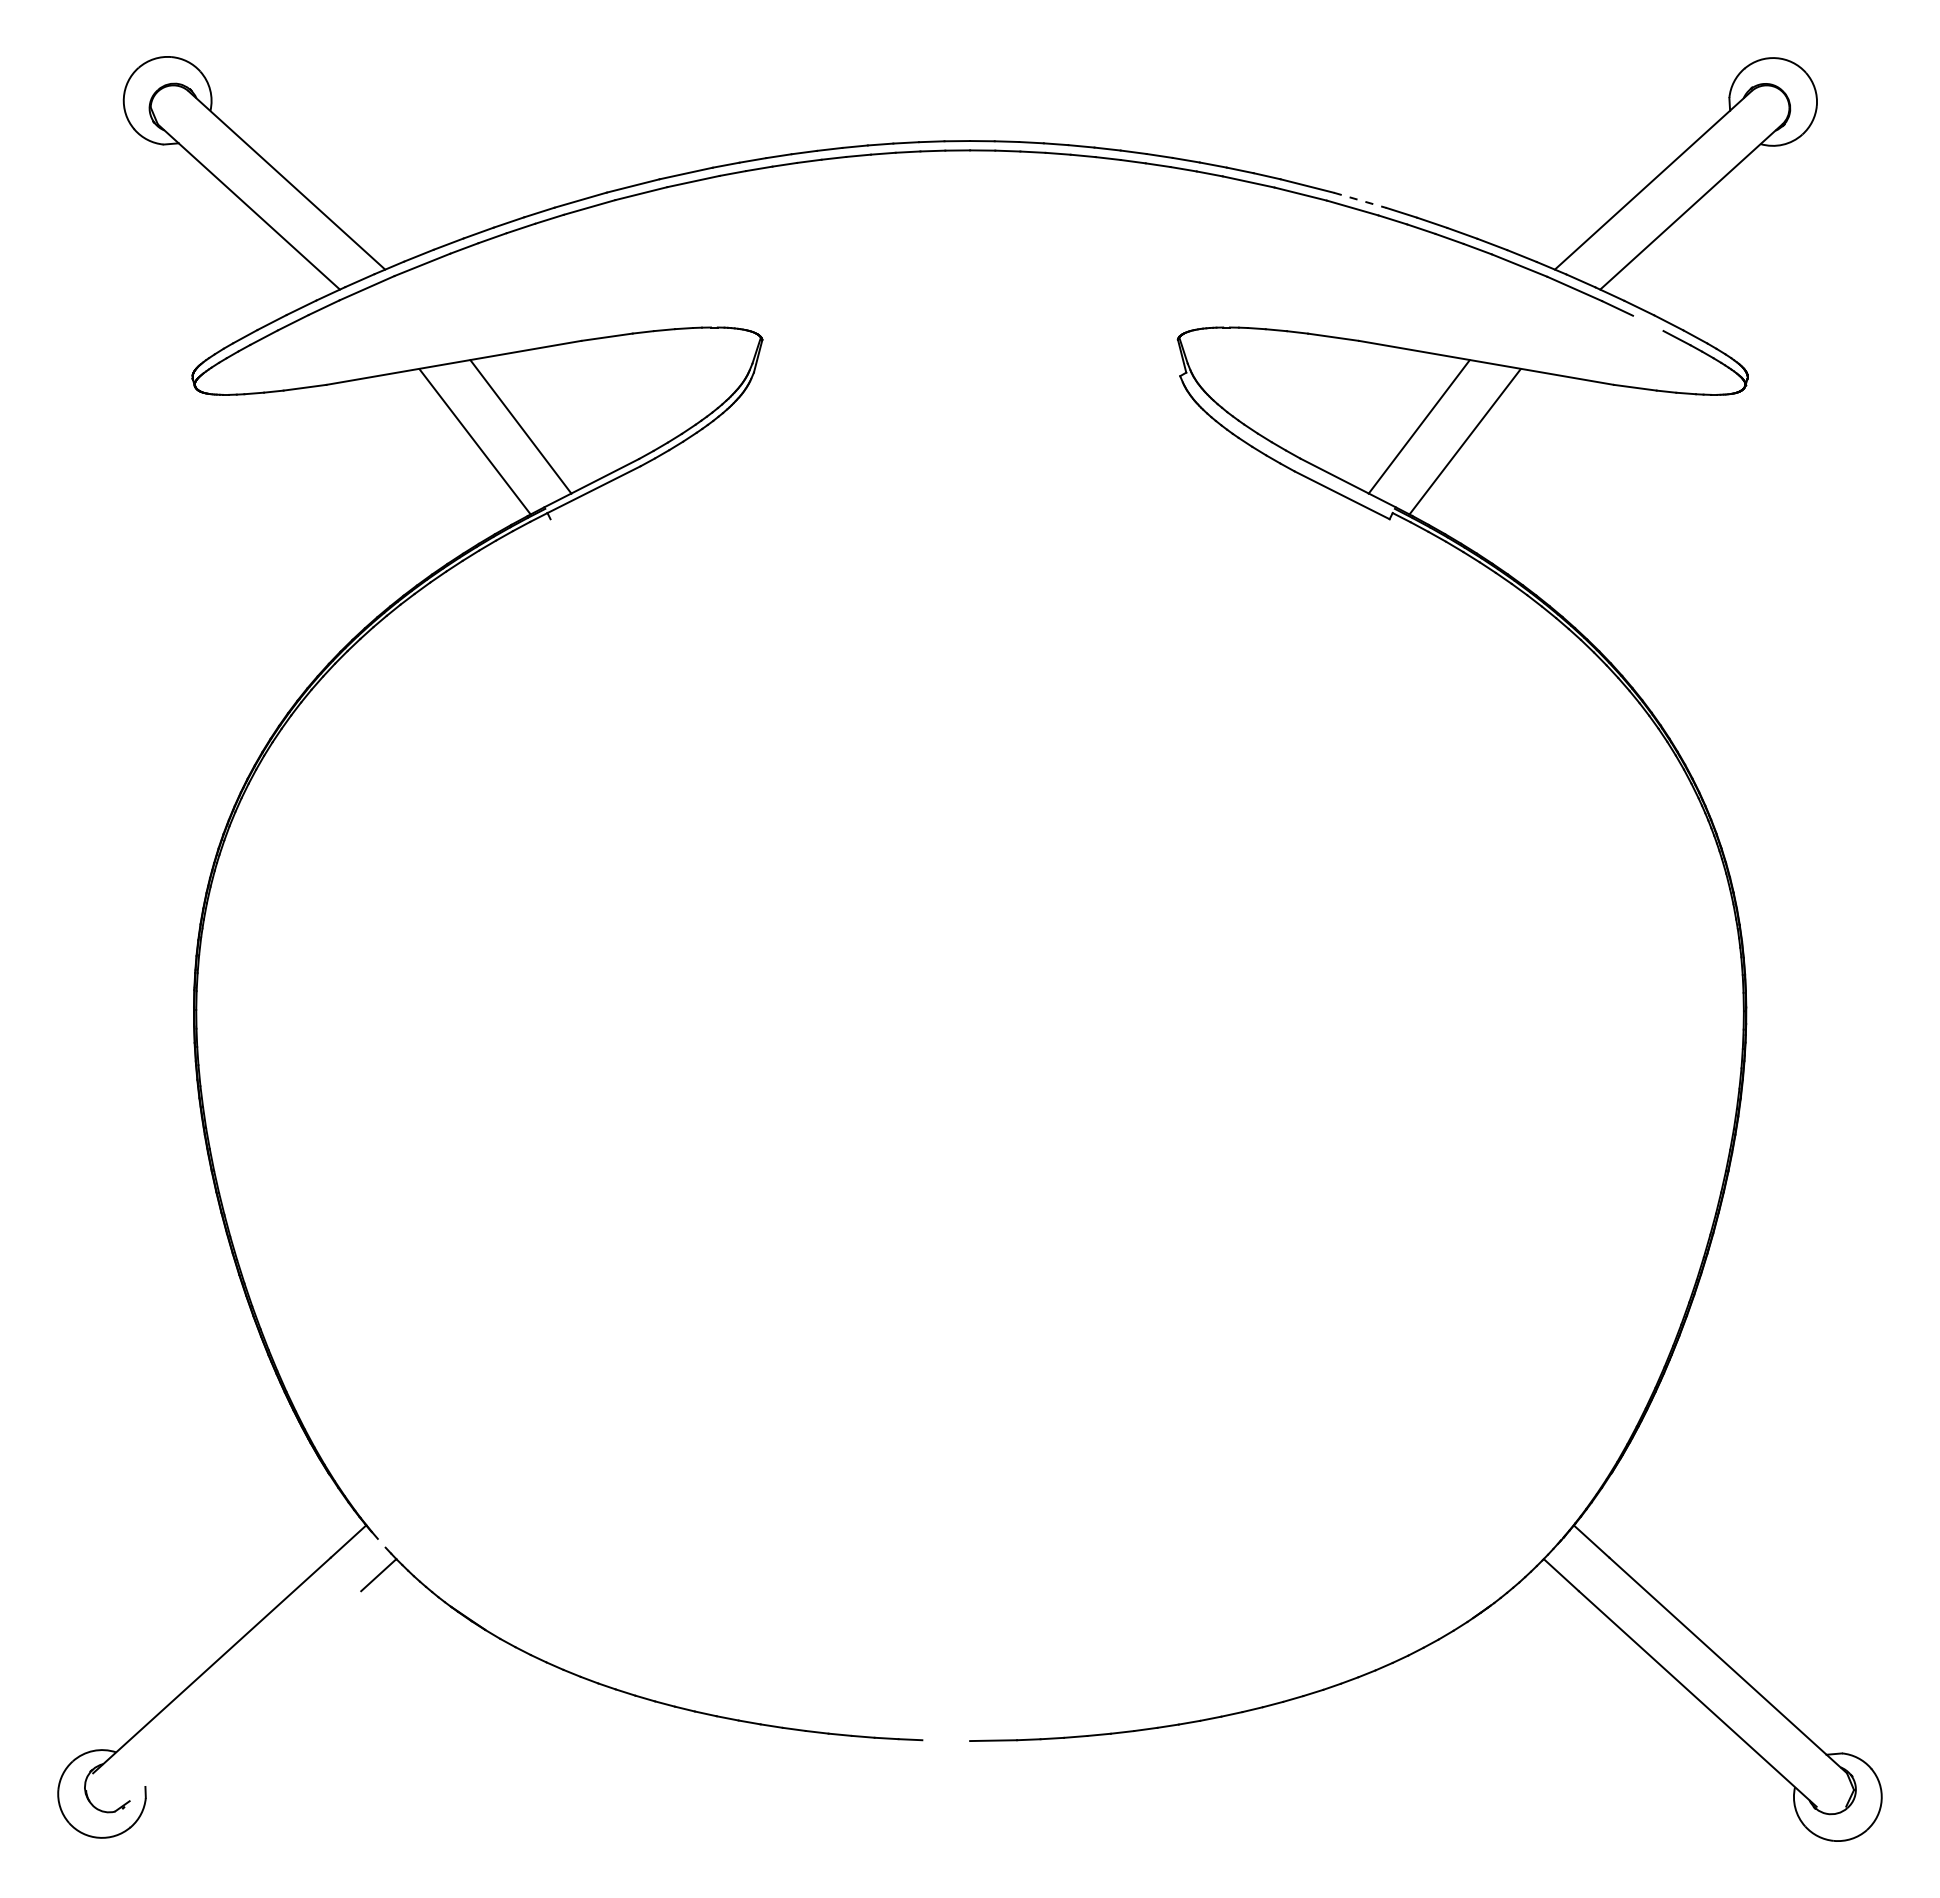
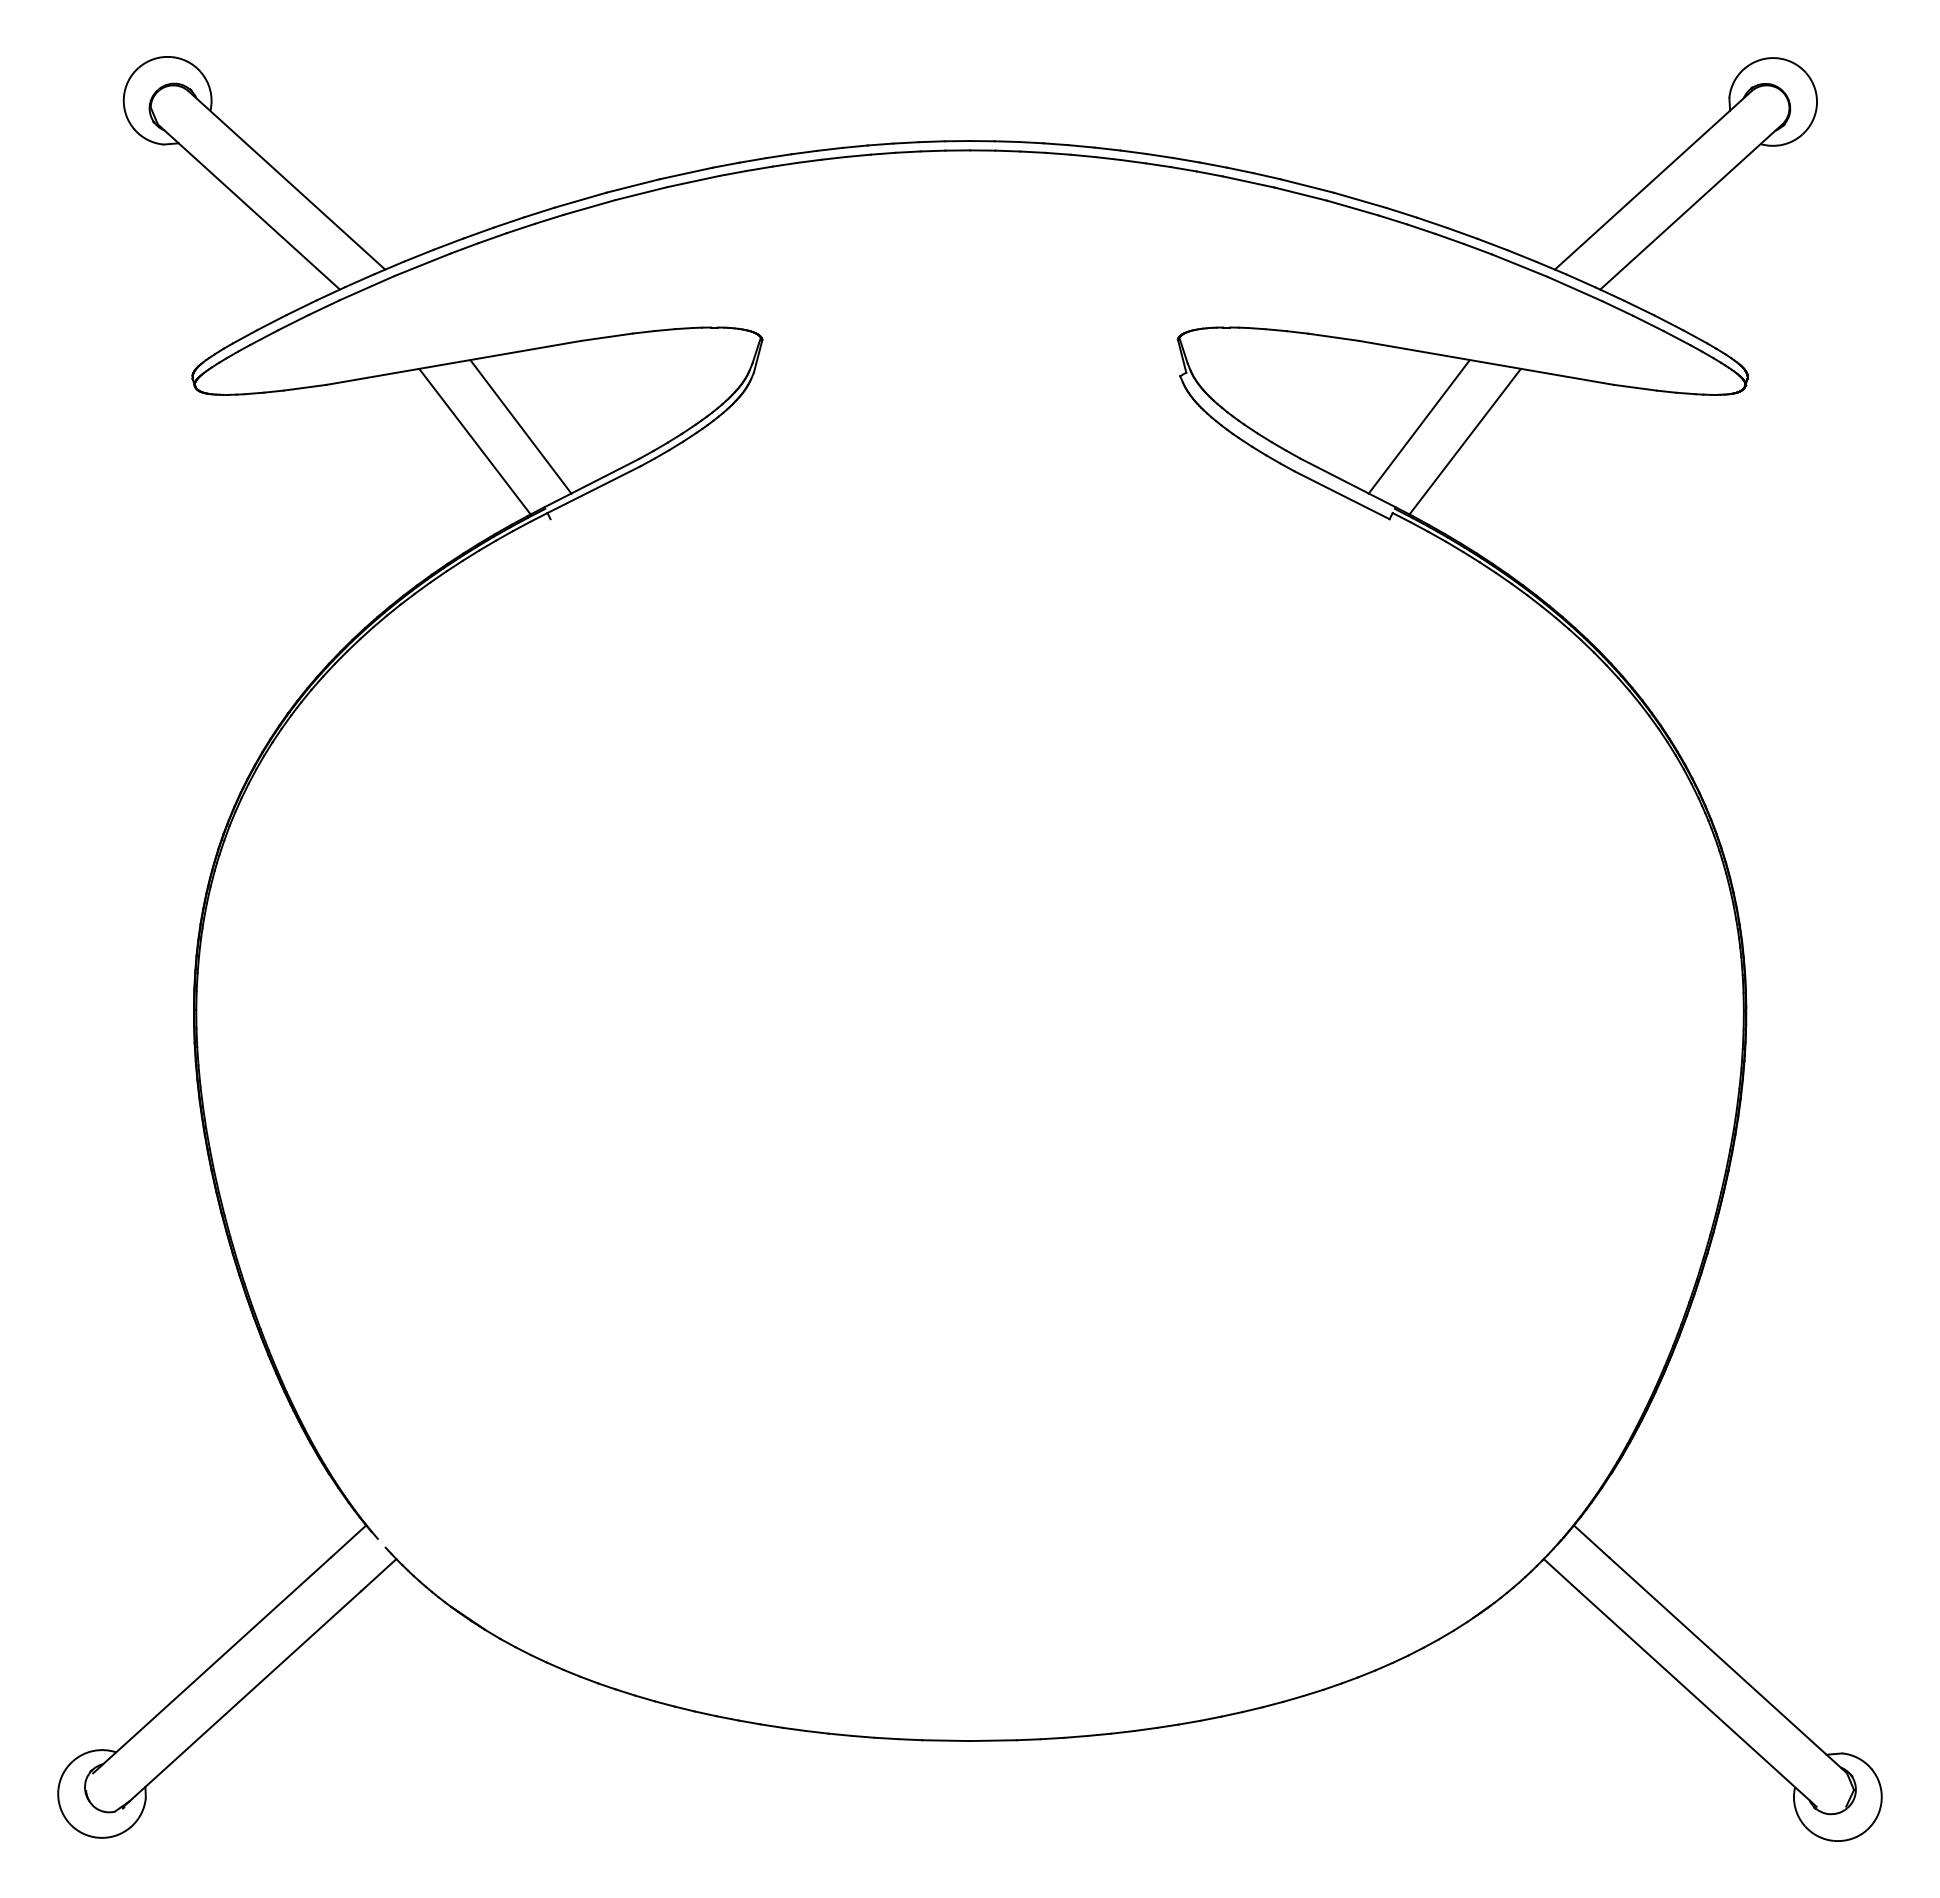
line at (1360, 200): dashed -> solid
line at (1648, 323): none -> present
line at (242, 1698): none -> present
line at (946, 1740): none -> present
